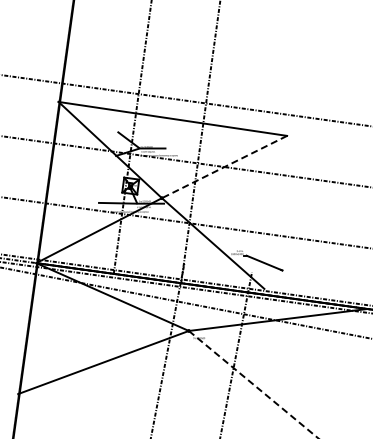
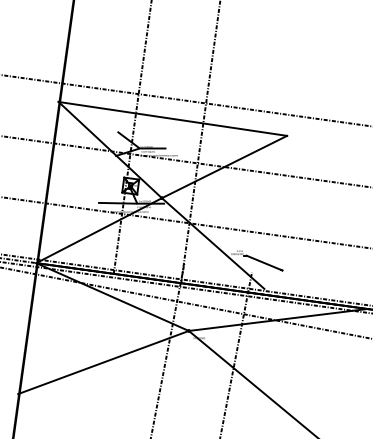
line at (224, 167): dashed -> solid
line at (254, 385): dashed -> solid
